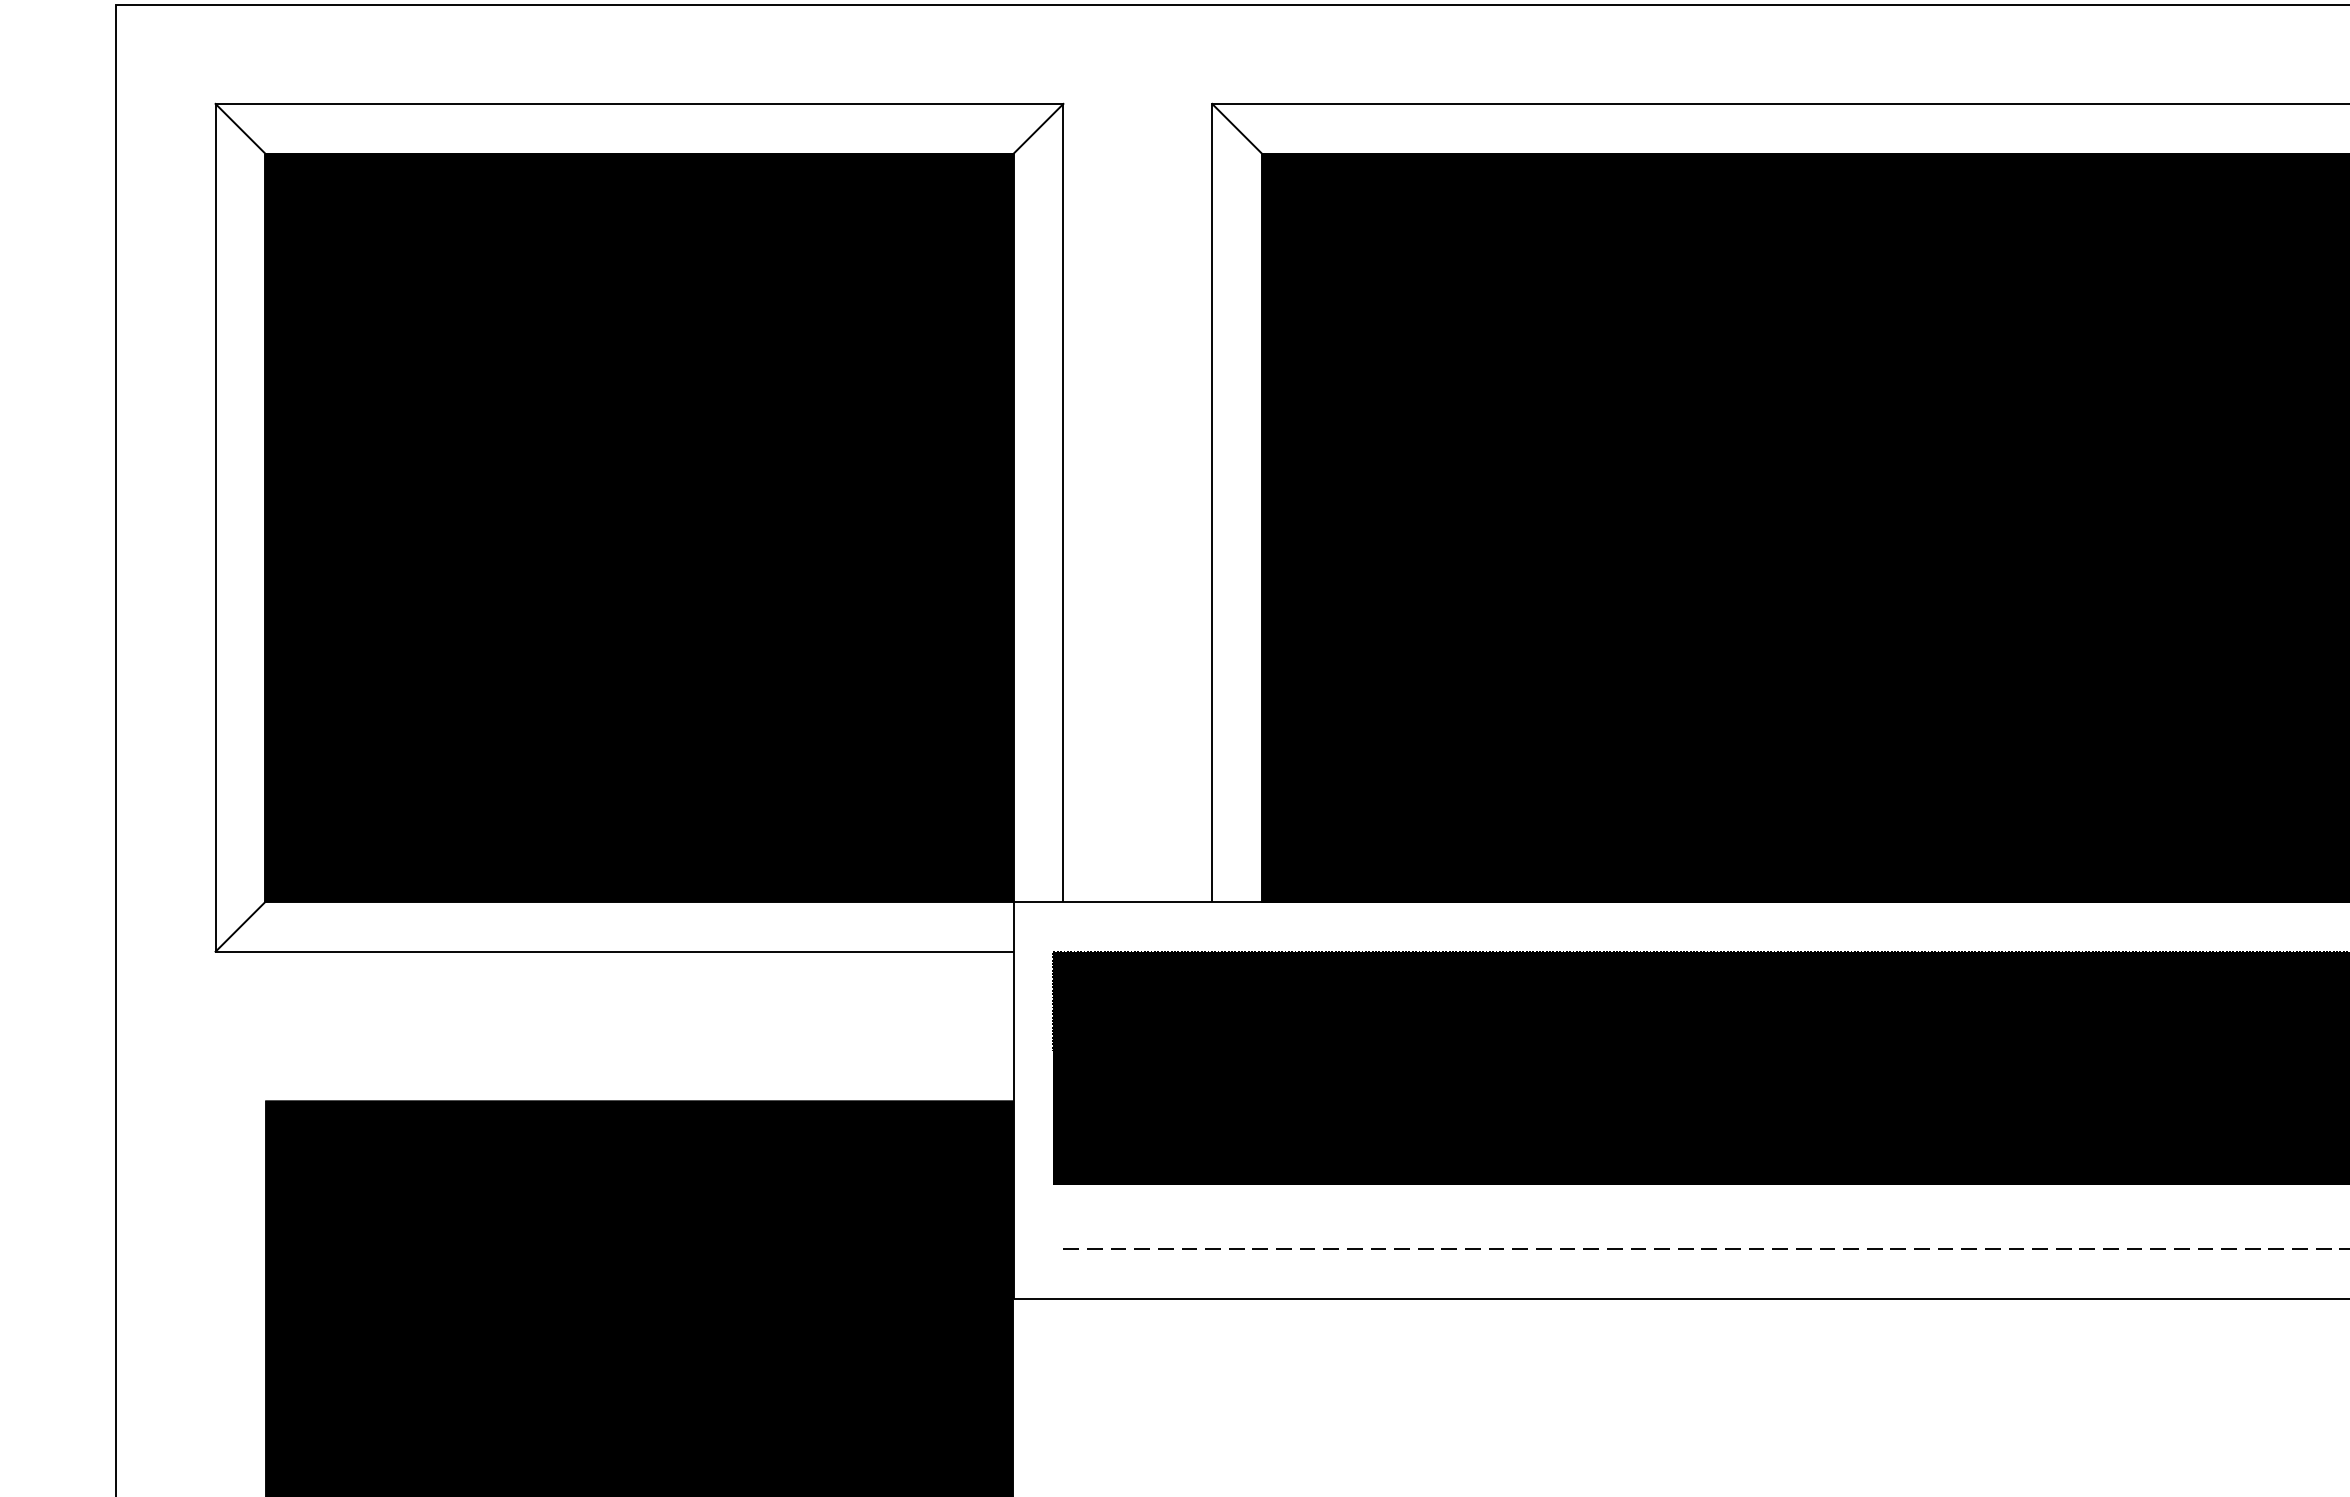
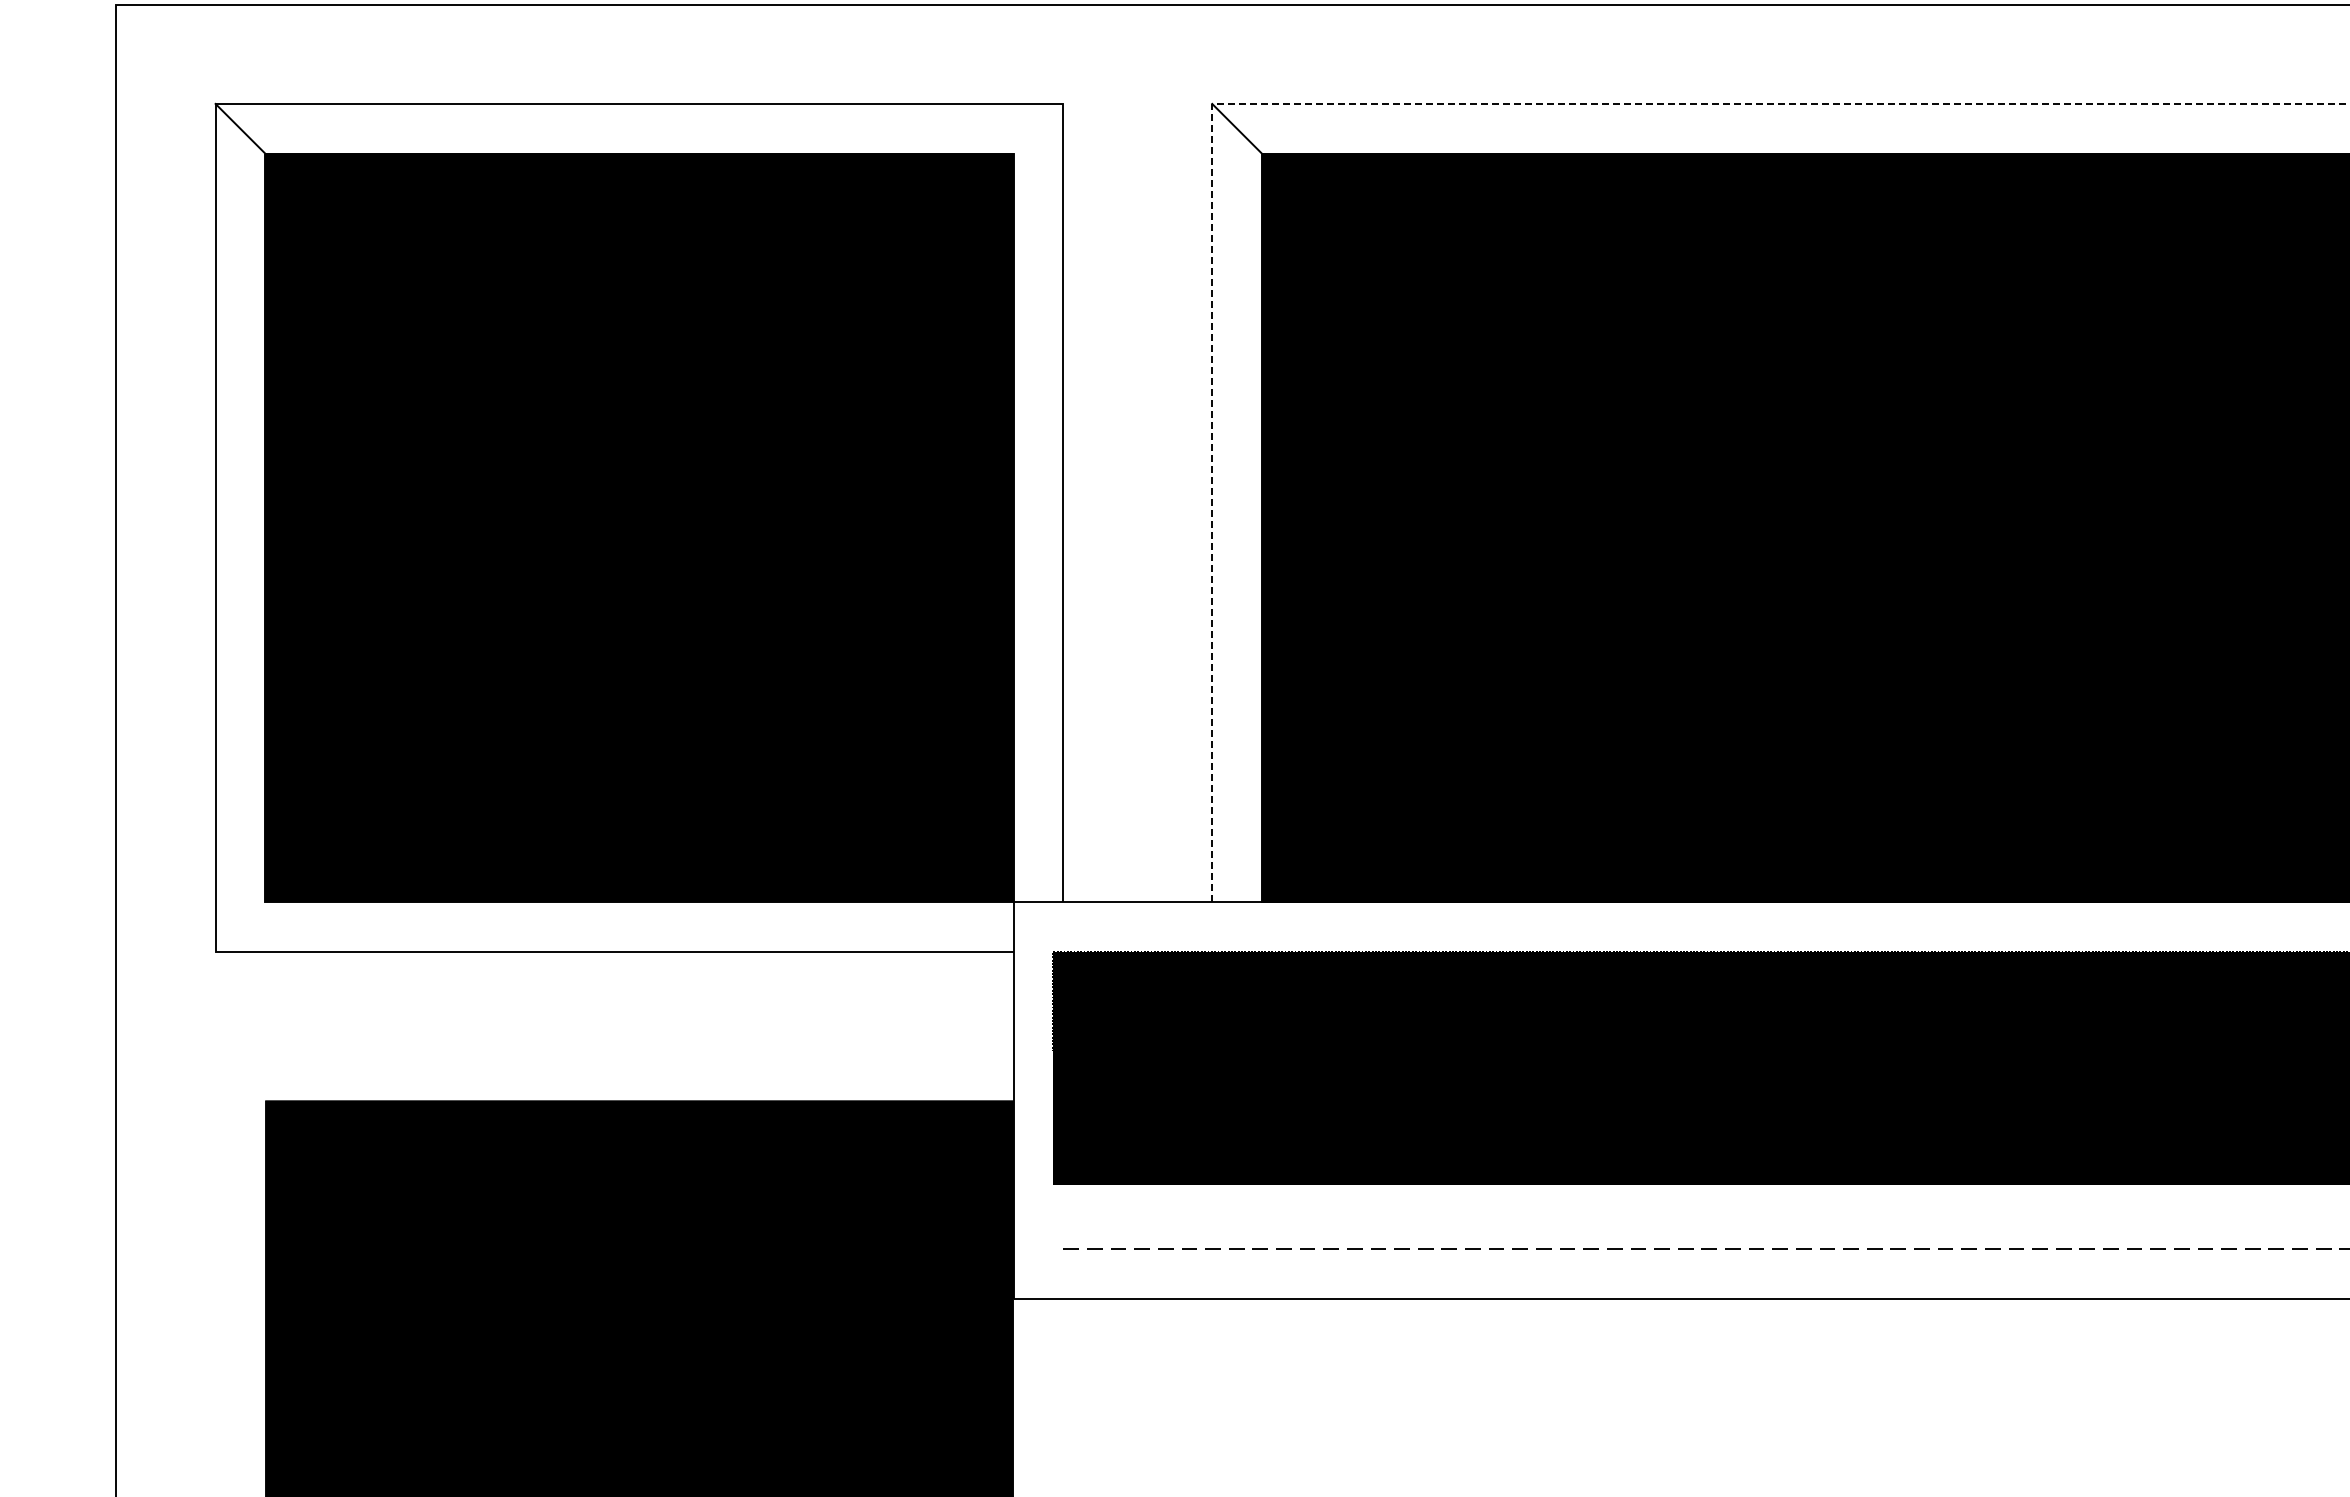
line at (1381, 103): solid -> dashed
line at (1038, 128): present -> none
line at (240, 926): present -> none
